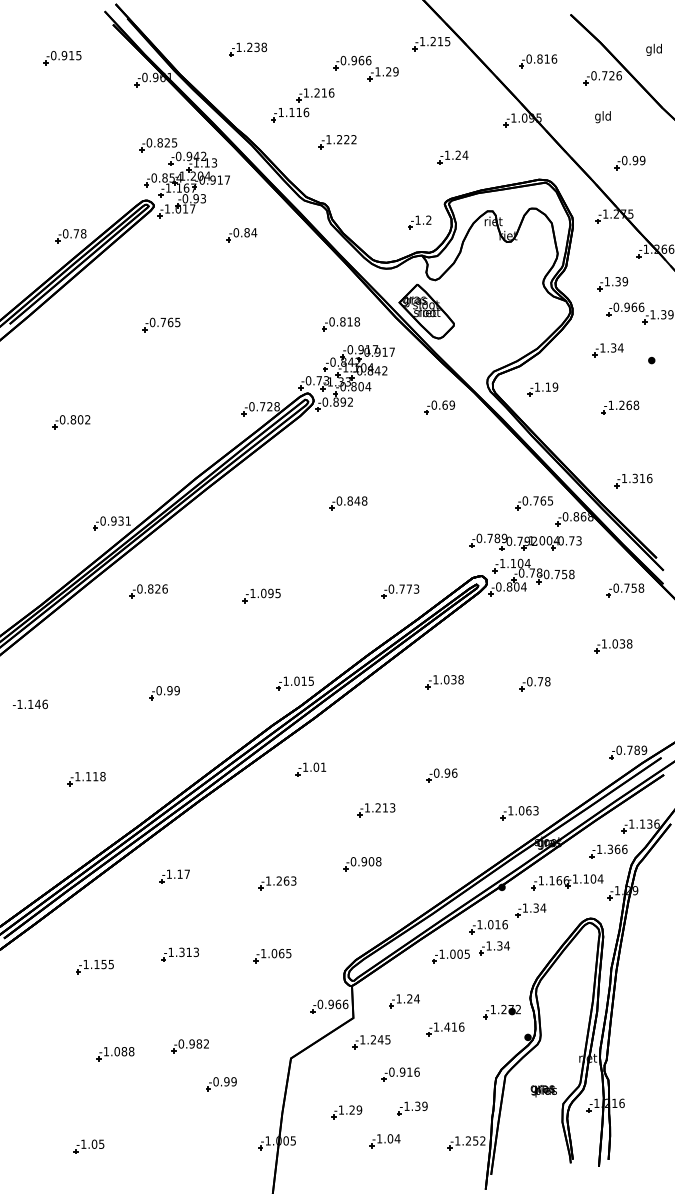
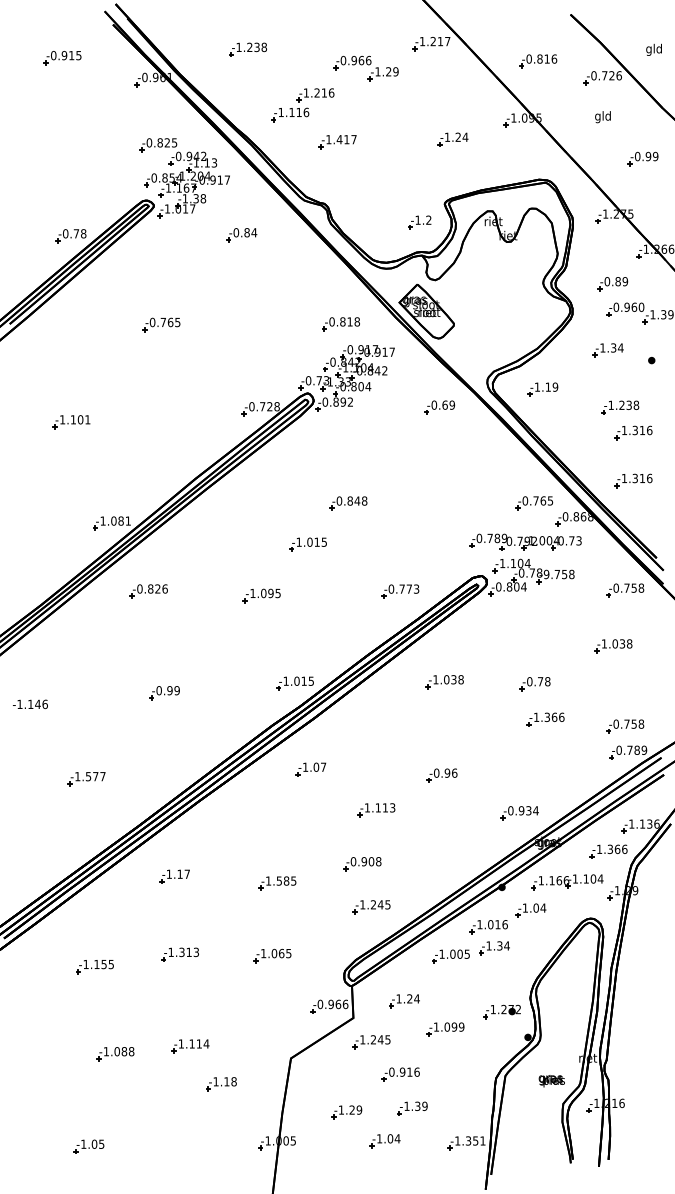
text at (447, 41): -1.215 -> -1.217
text at (346, 139): -1.222 -> -1.417
part at (452, 157) position: (452, 157) -> (452, 139)
part at (629, 162) position: (629, 162) -> (642, 158)
text at (194, 198): -0.93 -> -1.38
text at (612, 281): -1.39 -> -0.89
text at (641, 306): -0.966 -> -0.960
text at (628, 404): -1.268 -> -1.238
text at (74, 419): -0.802 -> -1.101
part at (633, 432): none -> present
text at (111, 520): -0.931 -> -1.081
part at (307, 544): none -> present
text at (546, 574): -0.758 -> -9.758
part at (545, 719): none -> present
part at (625, 726): none -> present
text at (323, 766): -1.01 -> -1.07
text at (95, 776): -1.118 -> -1.577
text at (377, 807): -1.213 -> -1.113
text at (523, 810): -1.063 -> -0.934
text at (286, 880): -1.263 -> -1.585
part at (371, 907): none -> present
text at (535, 907): -1.34 -> -1.04
text at (454, 1026): -1.416 -> -1.099
text at (193, 1043): -0.982 -> -1.114
text at (224, 1081): -0.99 -> -1.18
text at (543, 1091) position: (543, 1091) -> (551, 1081)
text at (475, 1140): -1.252 -> -1.351
